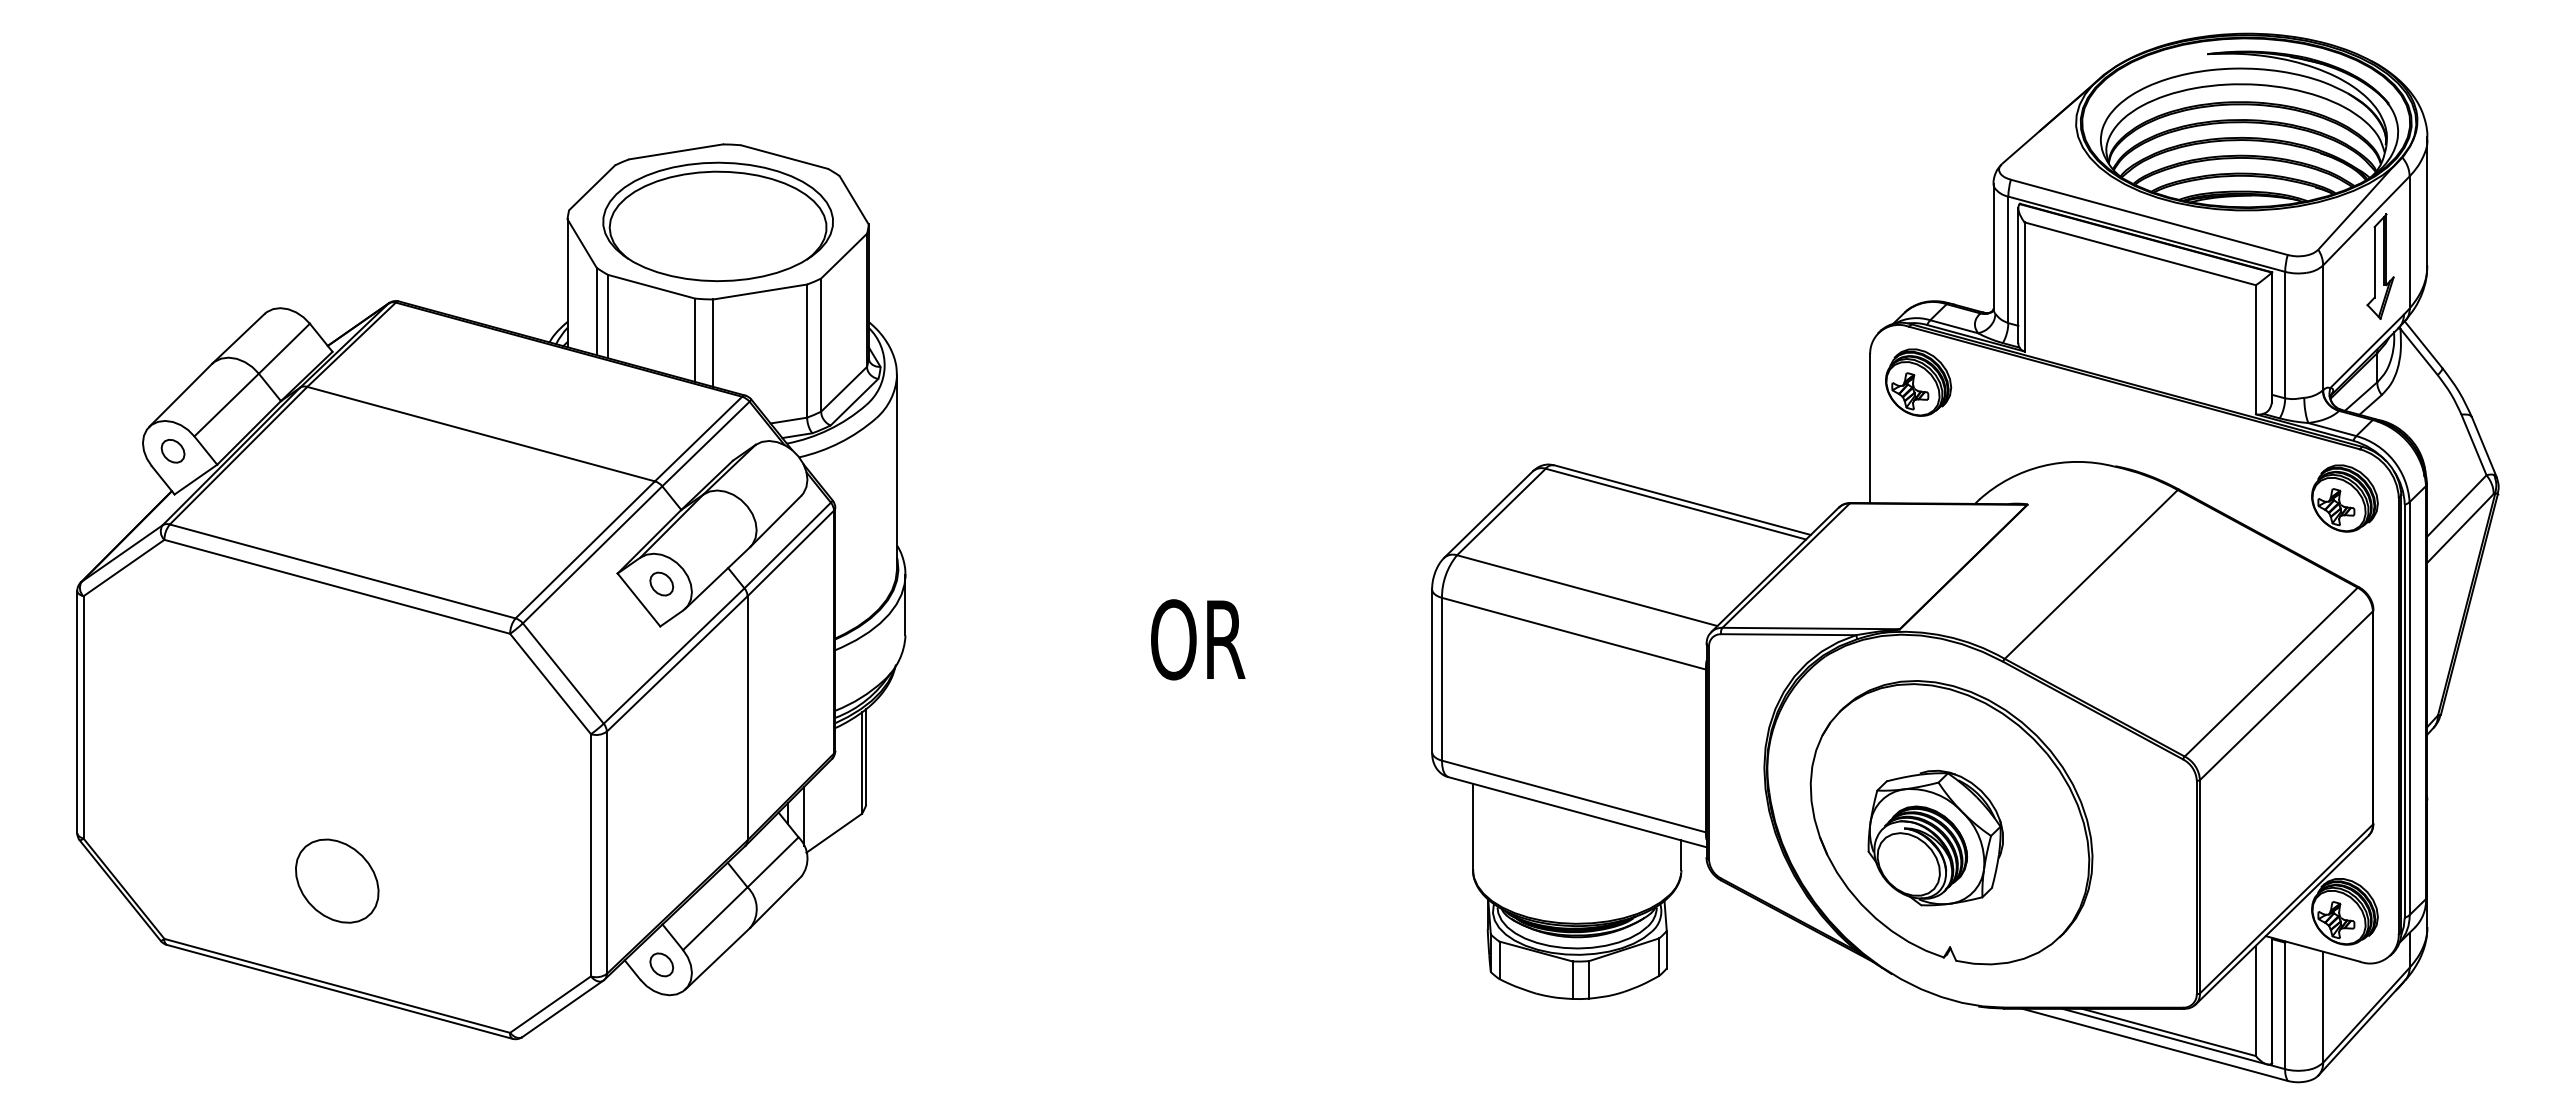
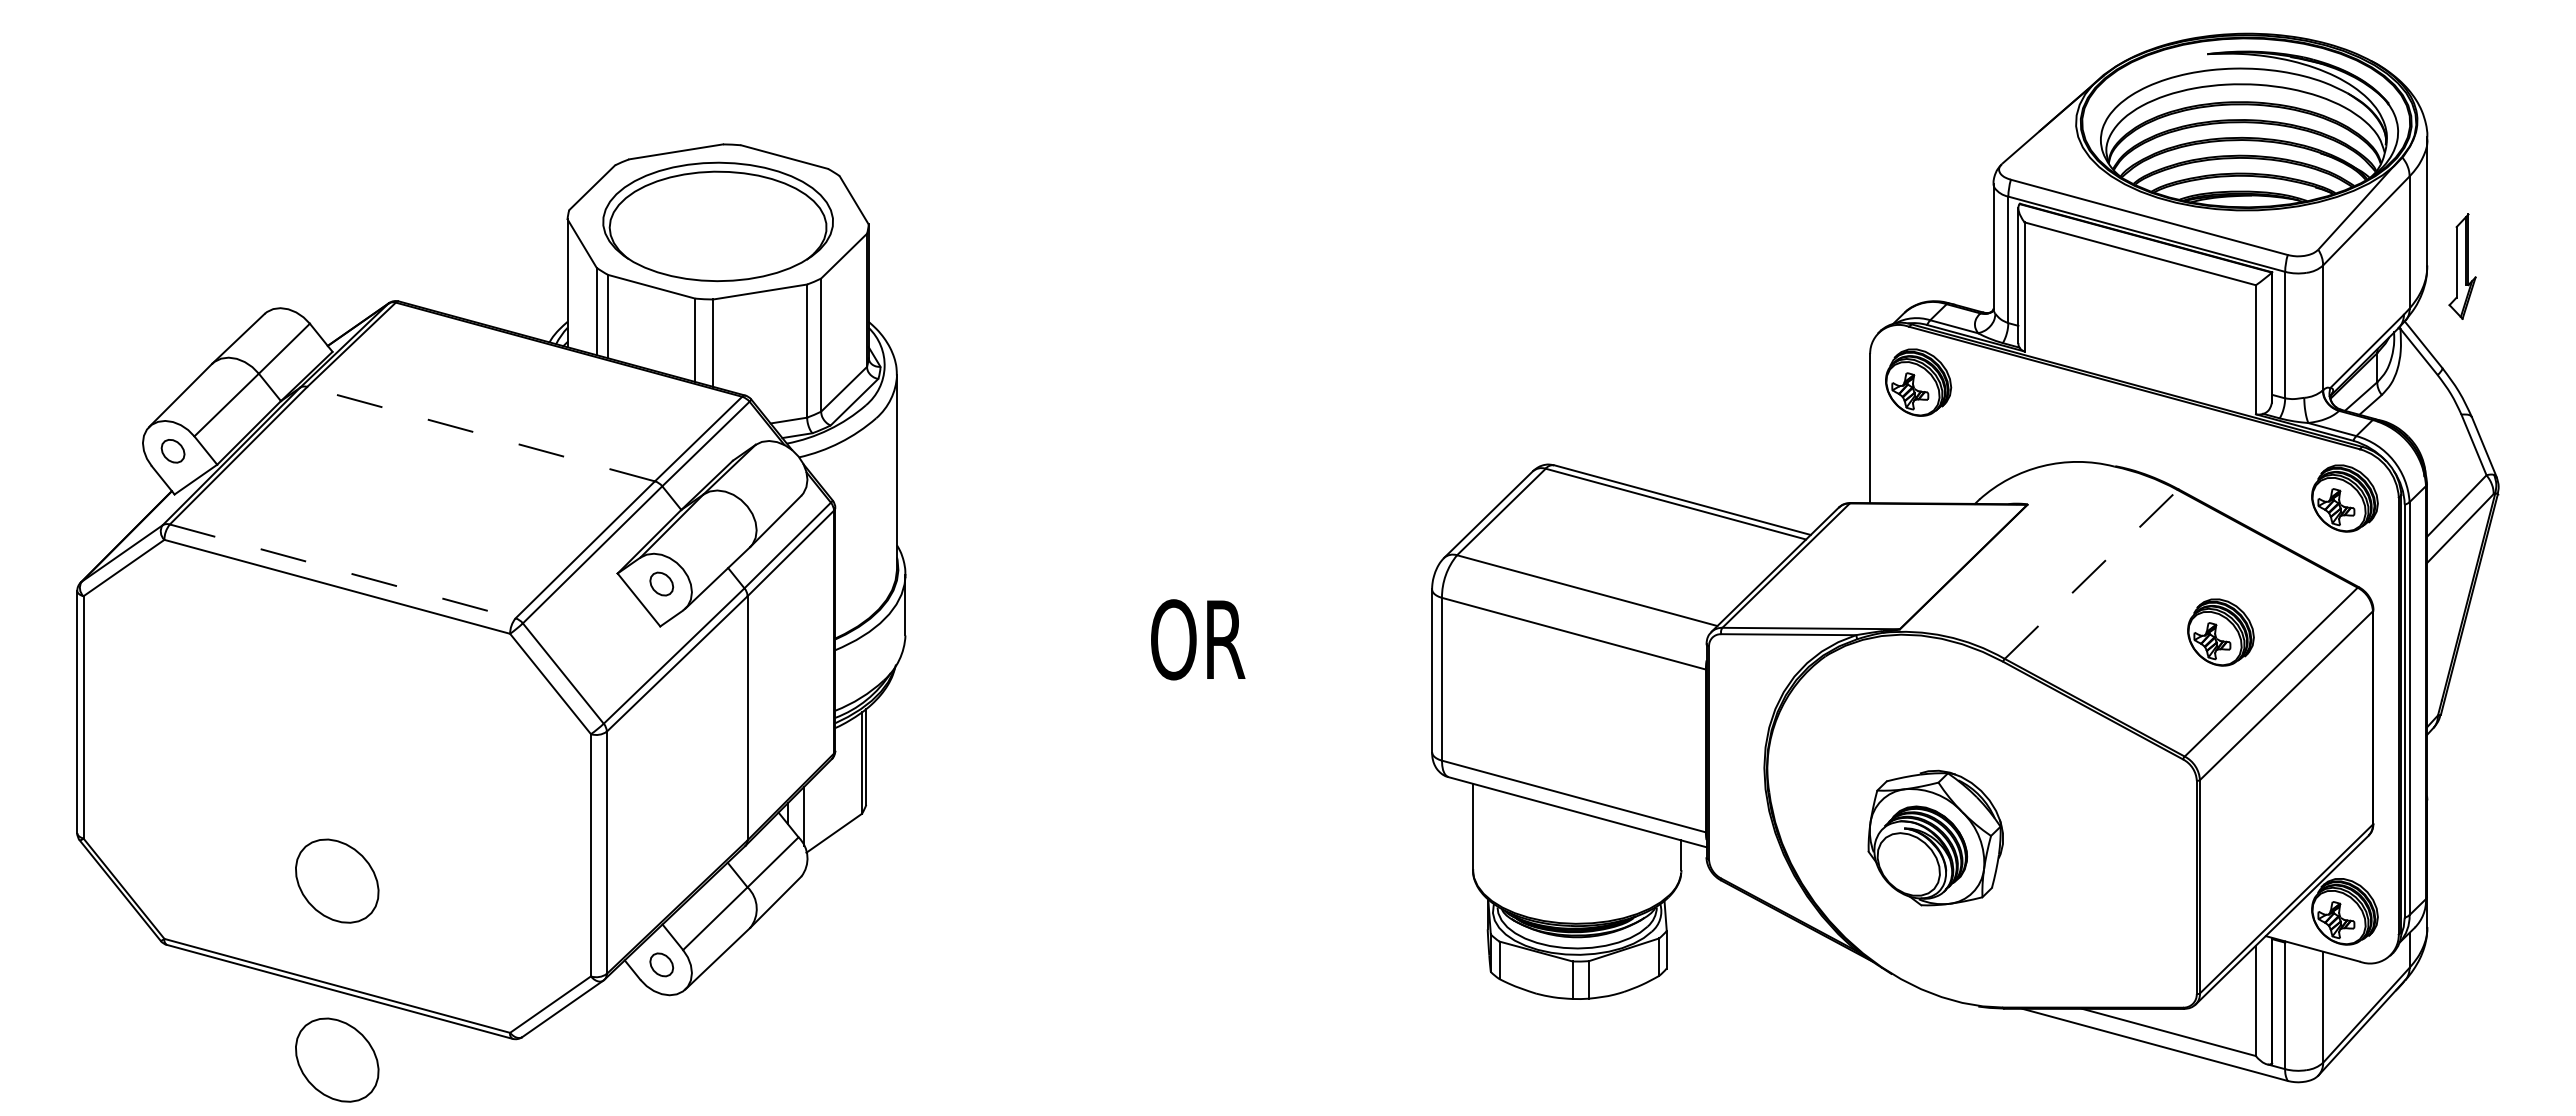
part at (2380, 266) position: (2380, 266) -> (2462, 266)
line at (480, 434): solid -> dashed
line at (343, 571): solid -> dashed
line at (2091, 574): solid -> dashed
part at (2220, 632): none -> present
part at (1951, 822): present -> none
line at (2164, 1036): present -> none
part at (337, 1059): none -> present
